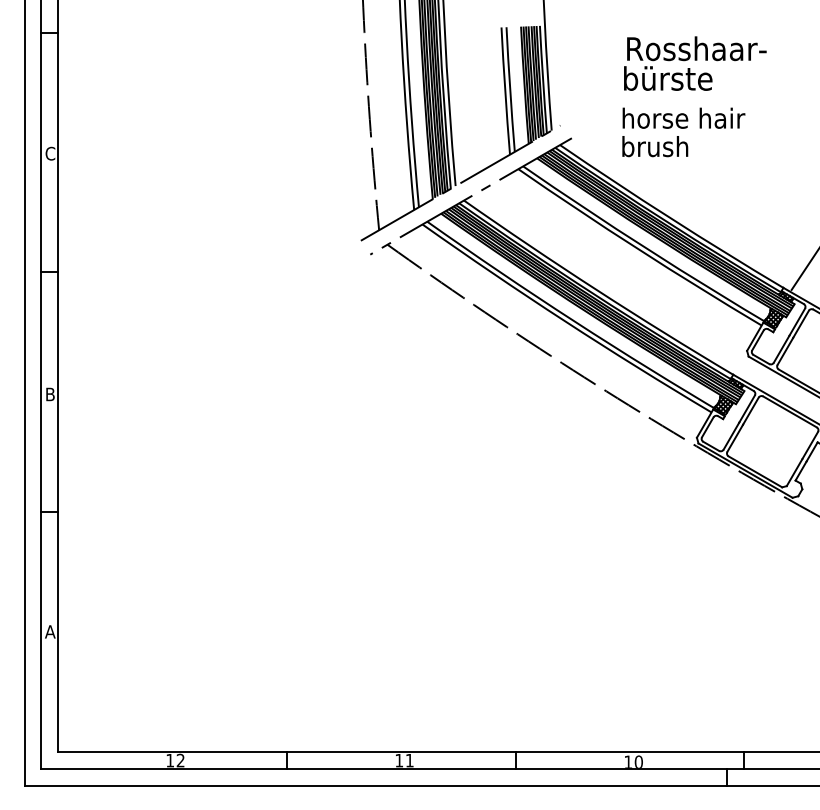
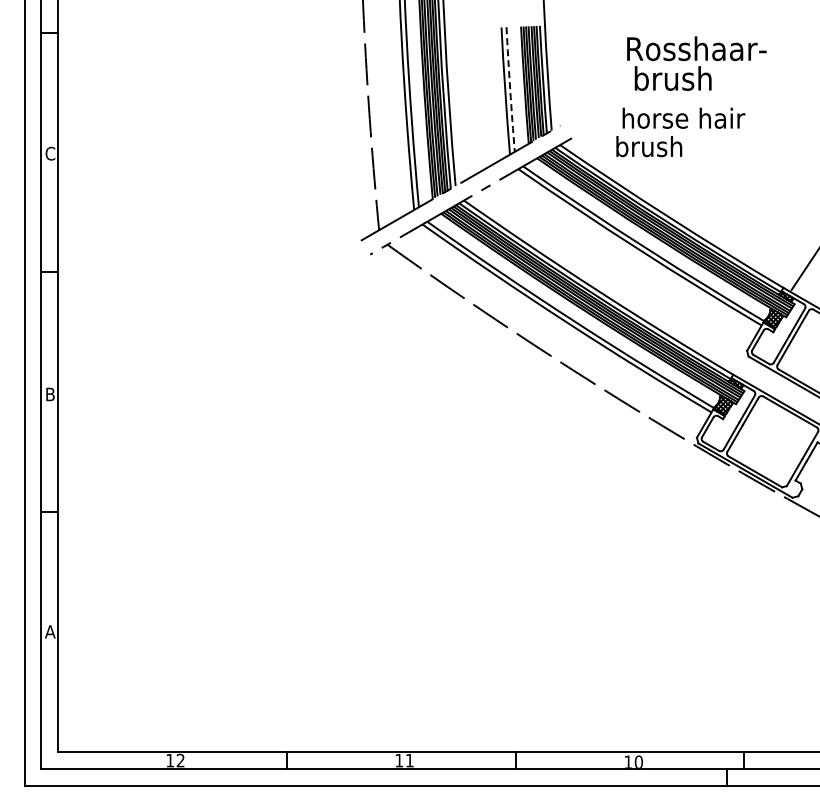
text at (668, 78): bürste -> brush
arc at (510, 89): solid -> dashed
text at (655, 146) position: (655, 146) -> (649, 146)
